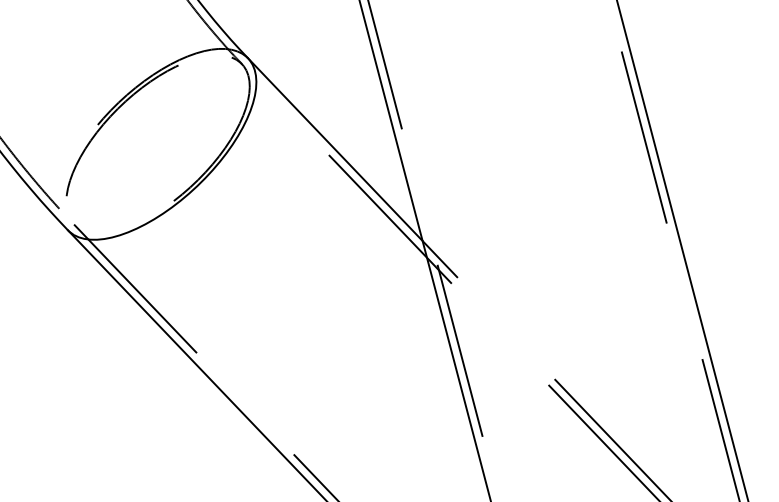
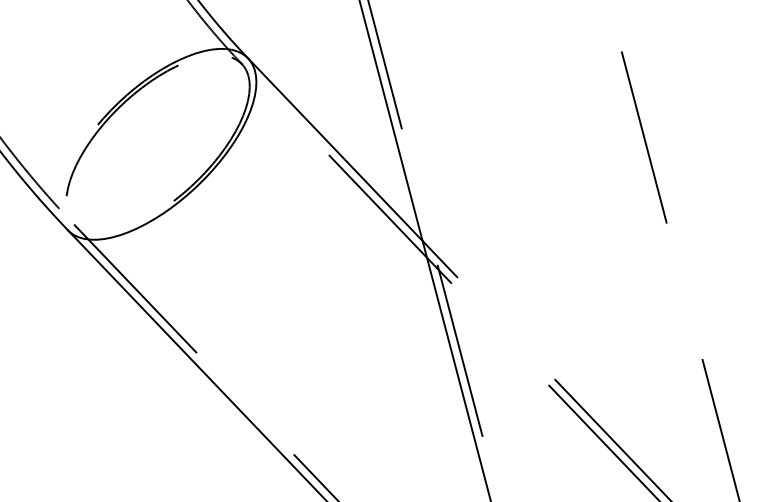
line at (682, 250): present -> none
